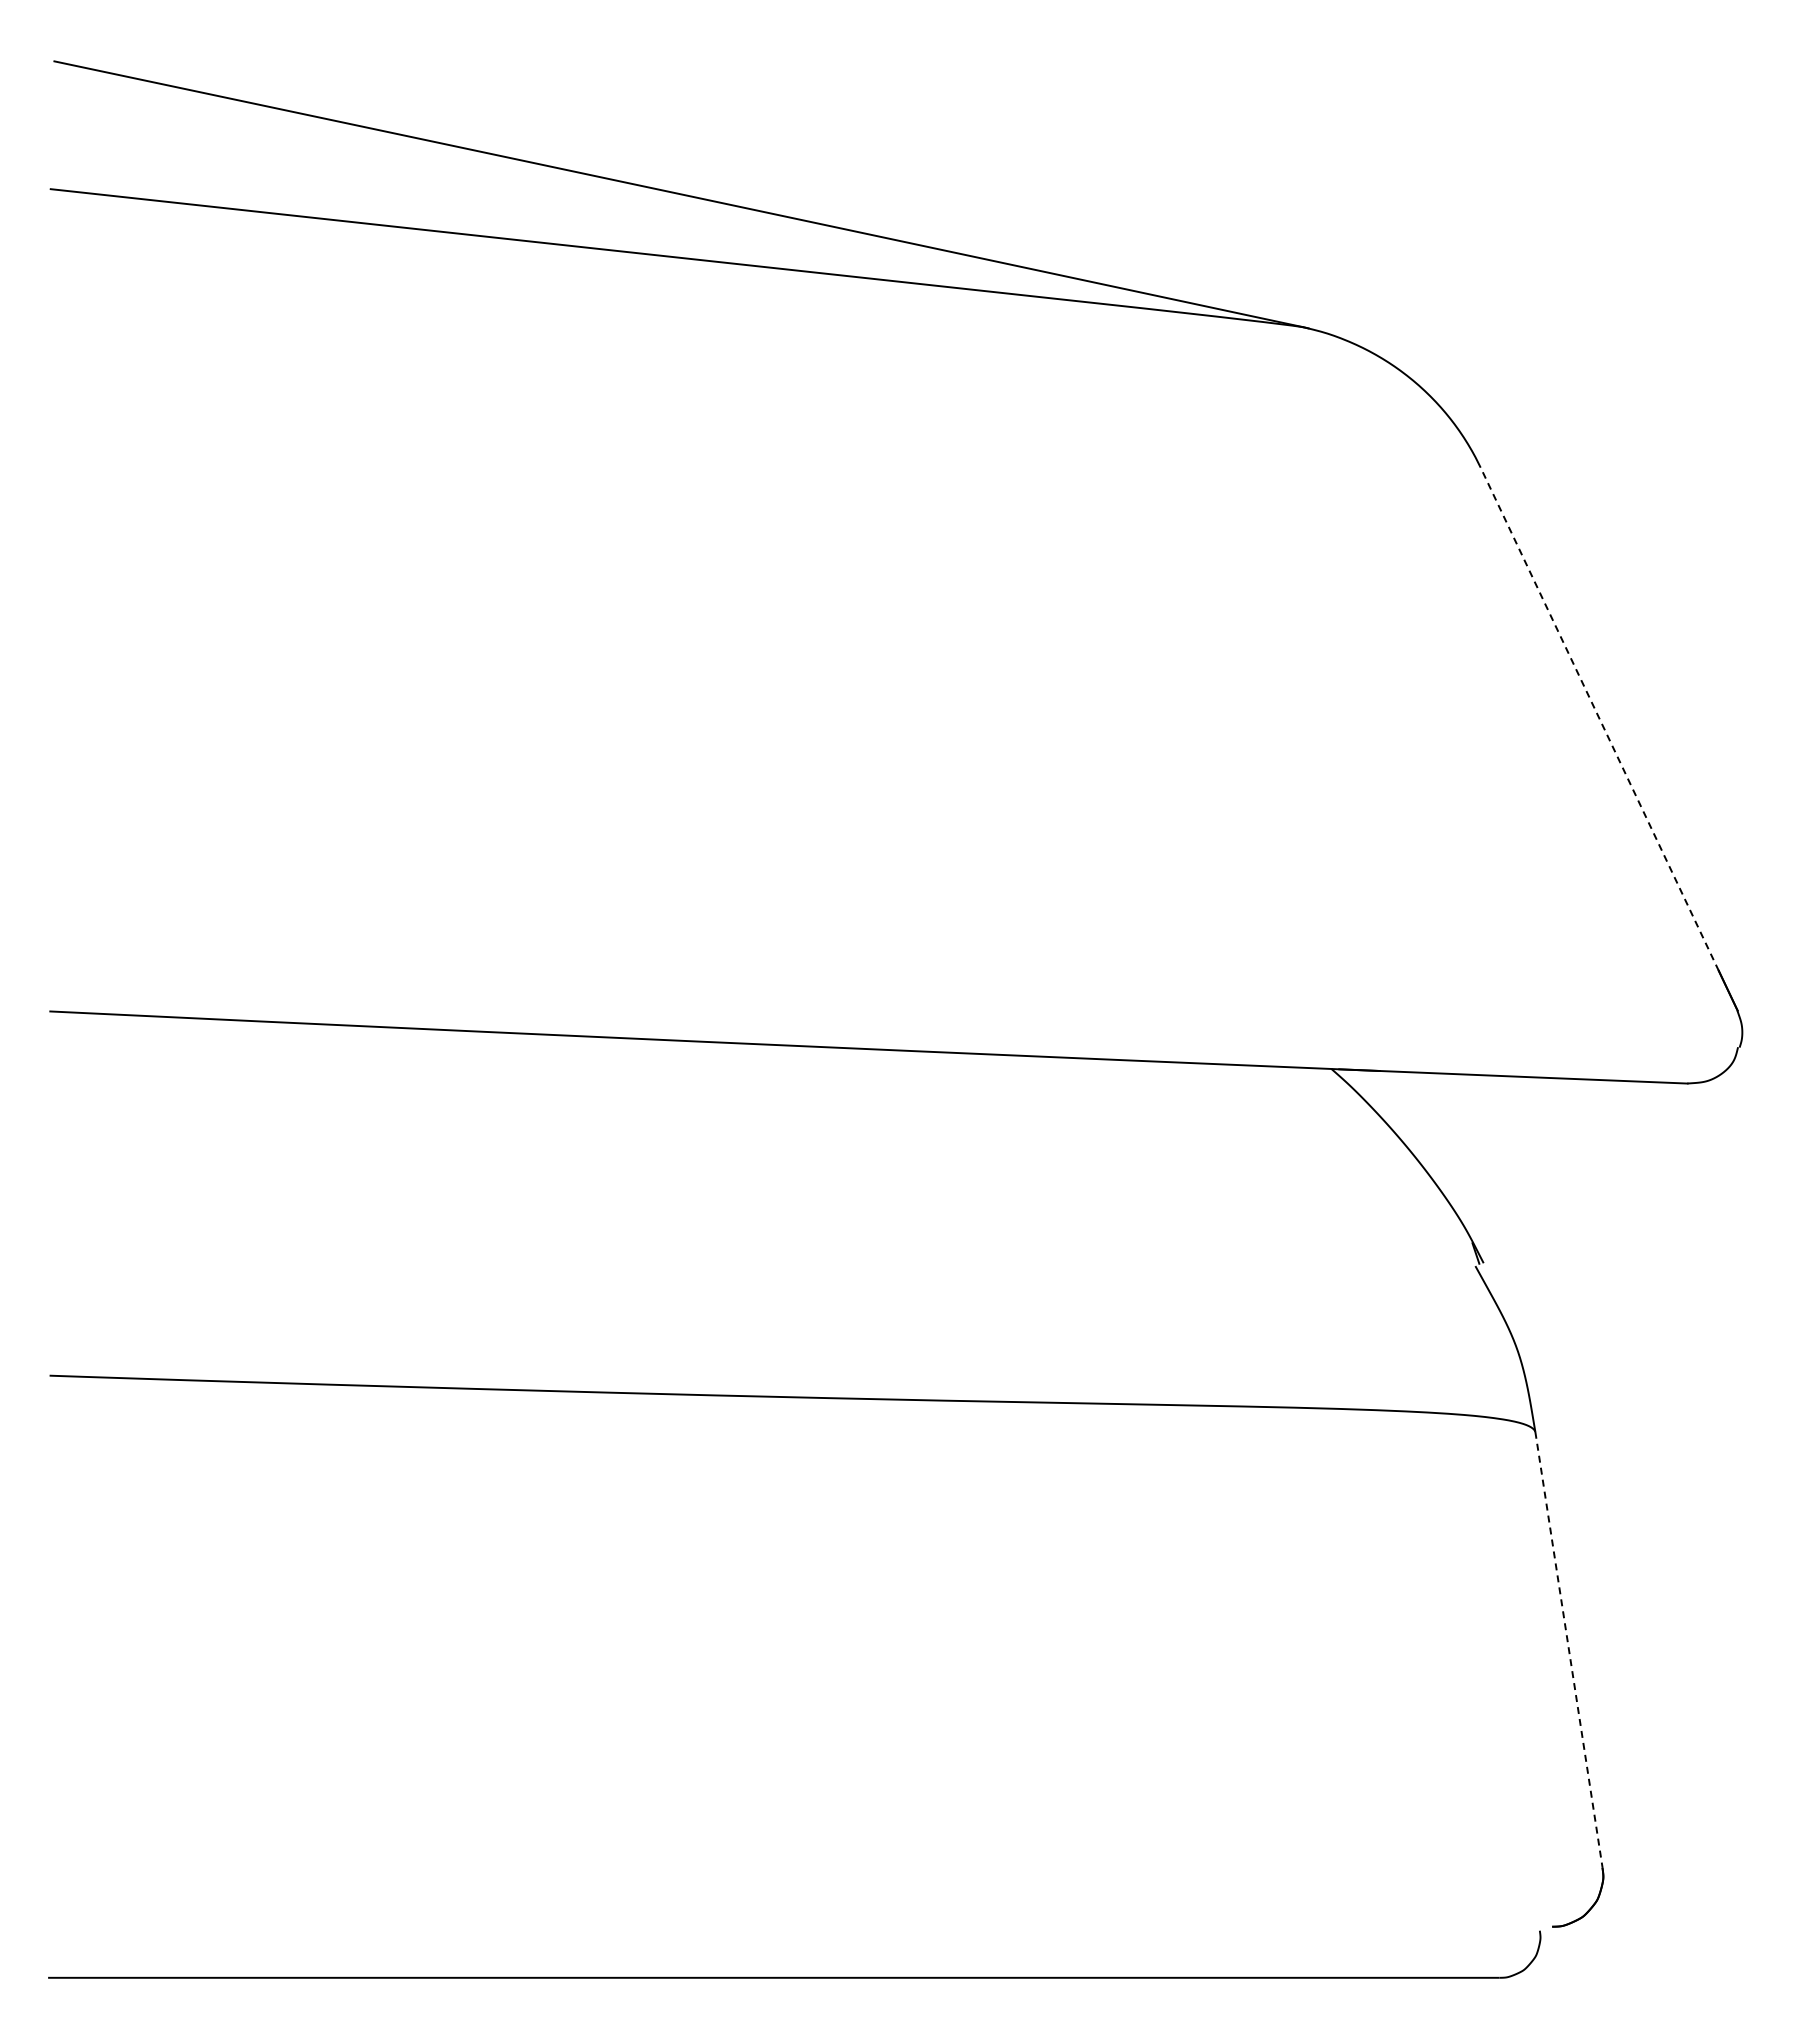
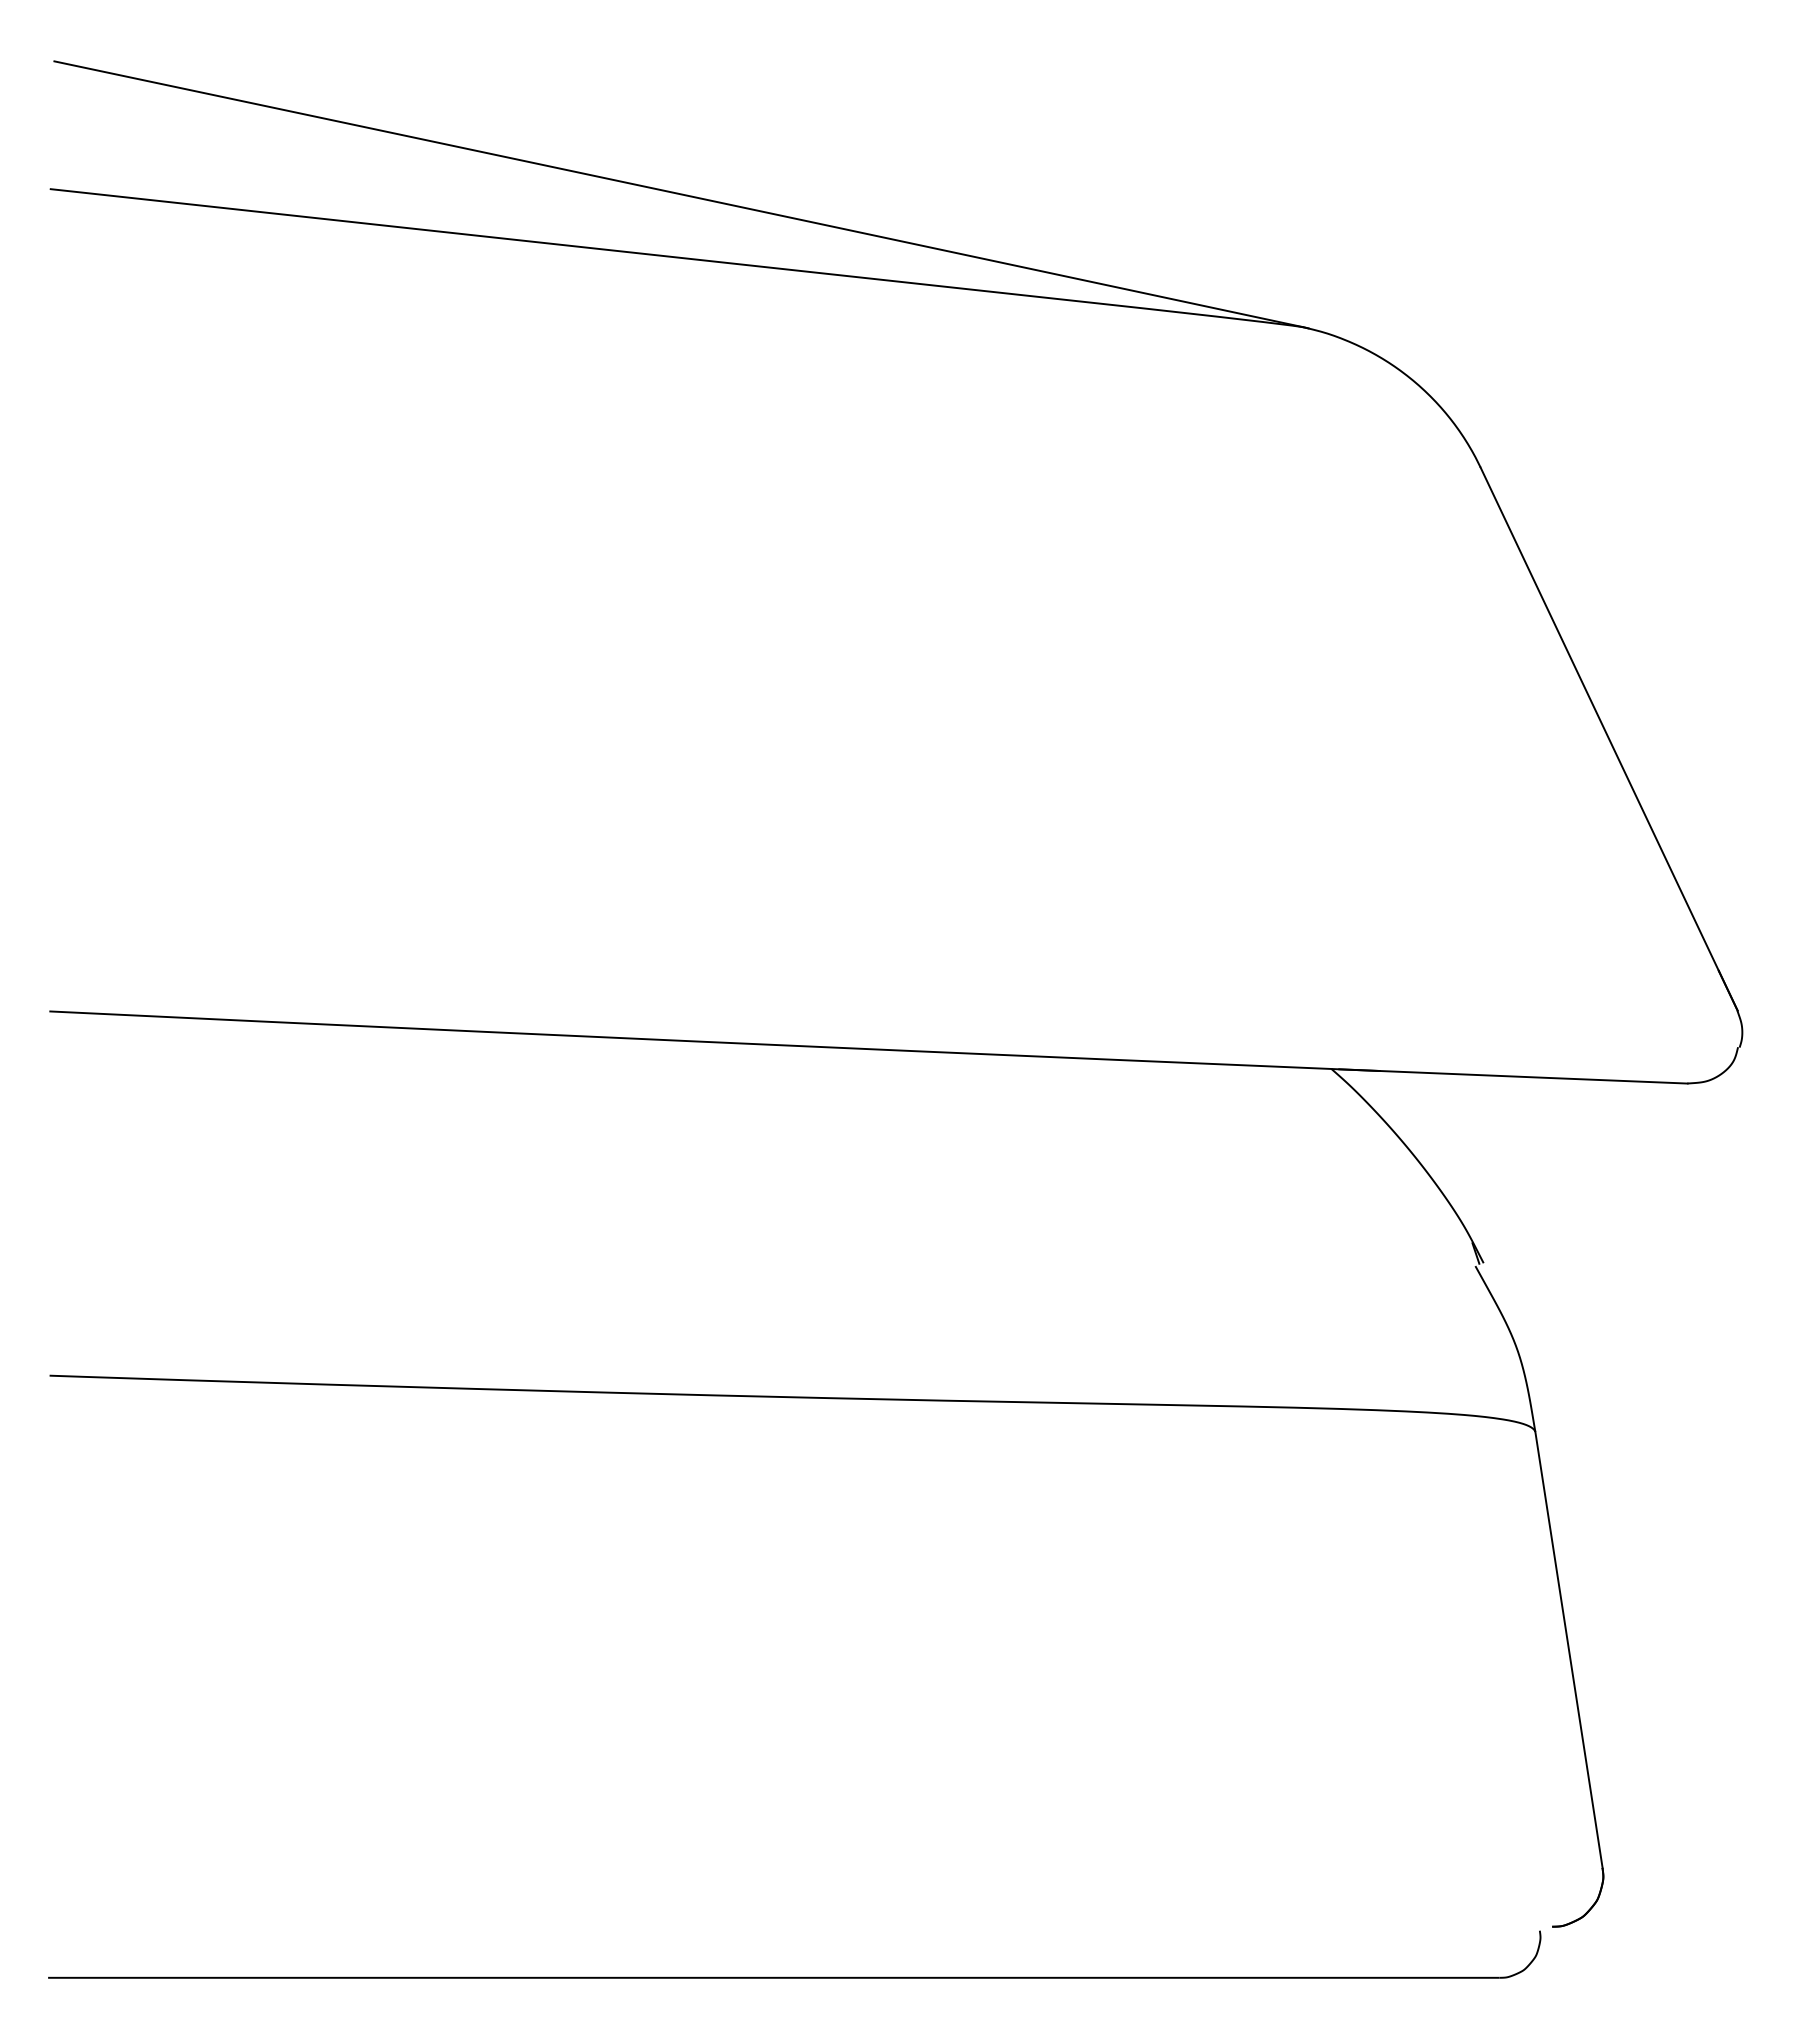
line at (1599, 718): dashed -> solid
line at (1568, 1649): dashed -> solid
